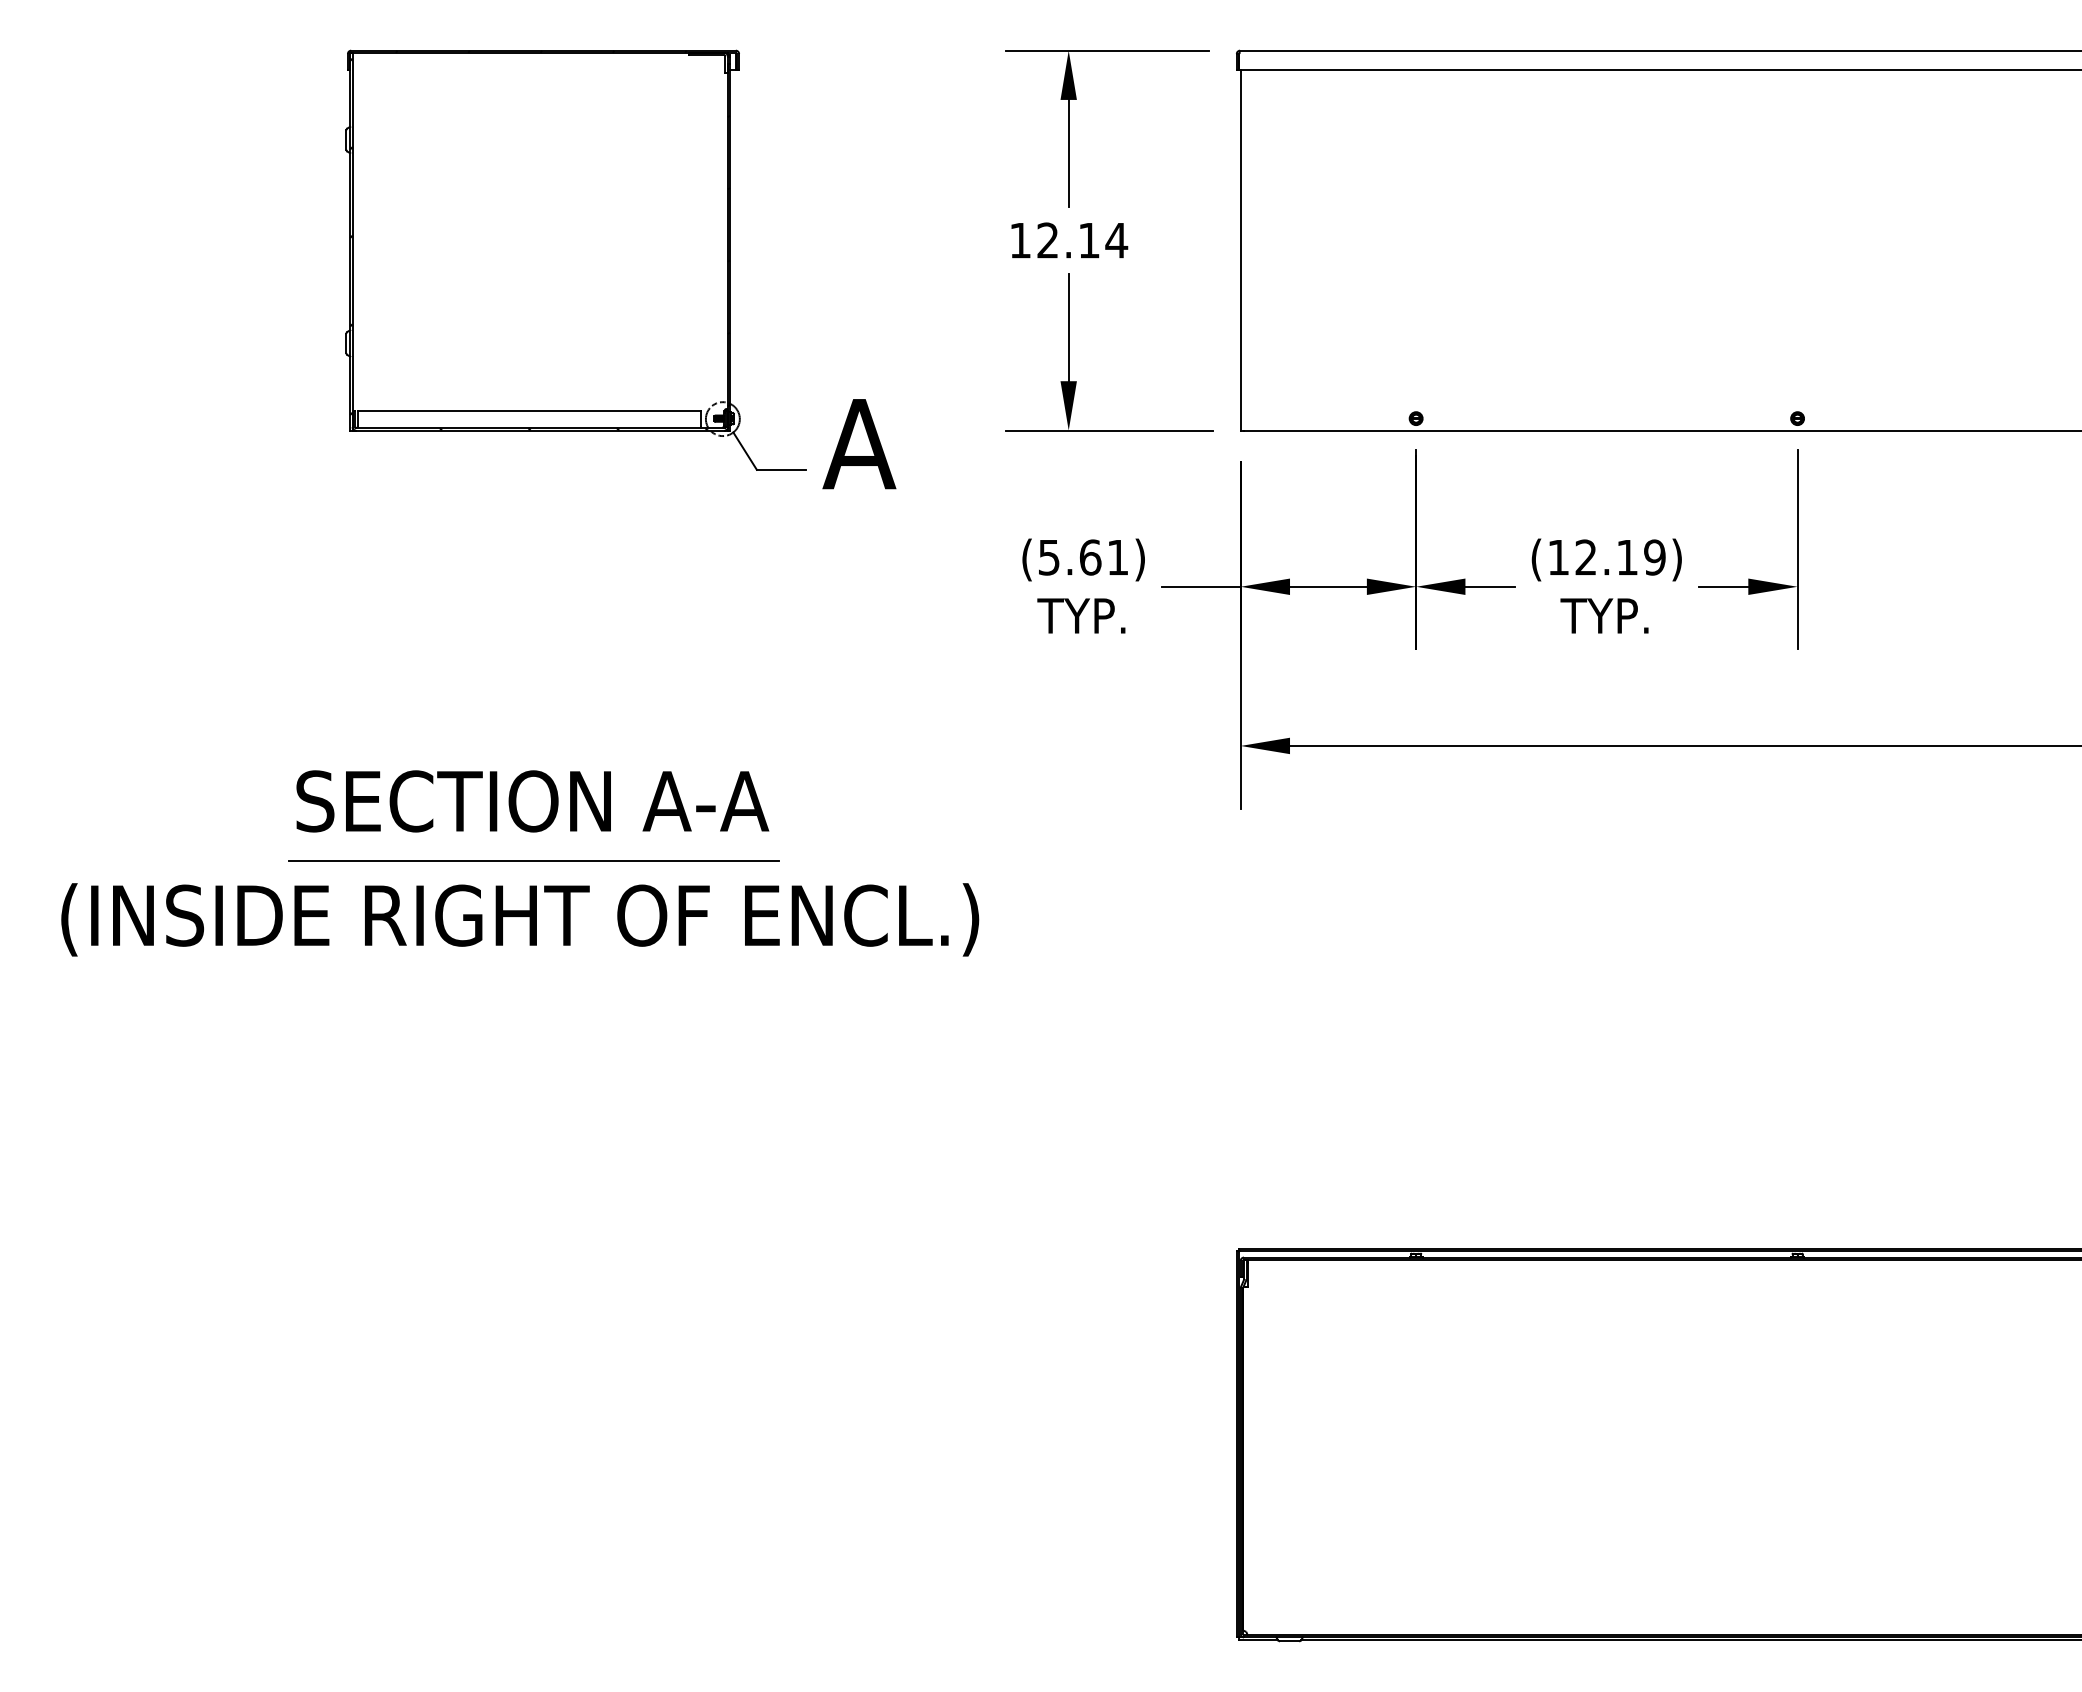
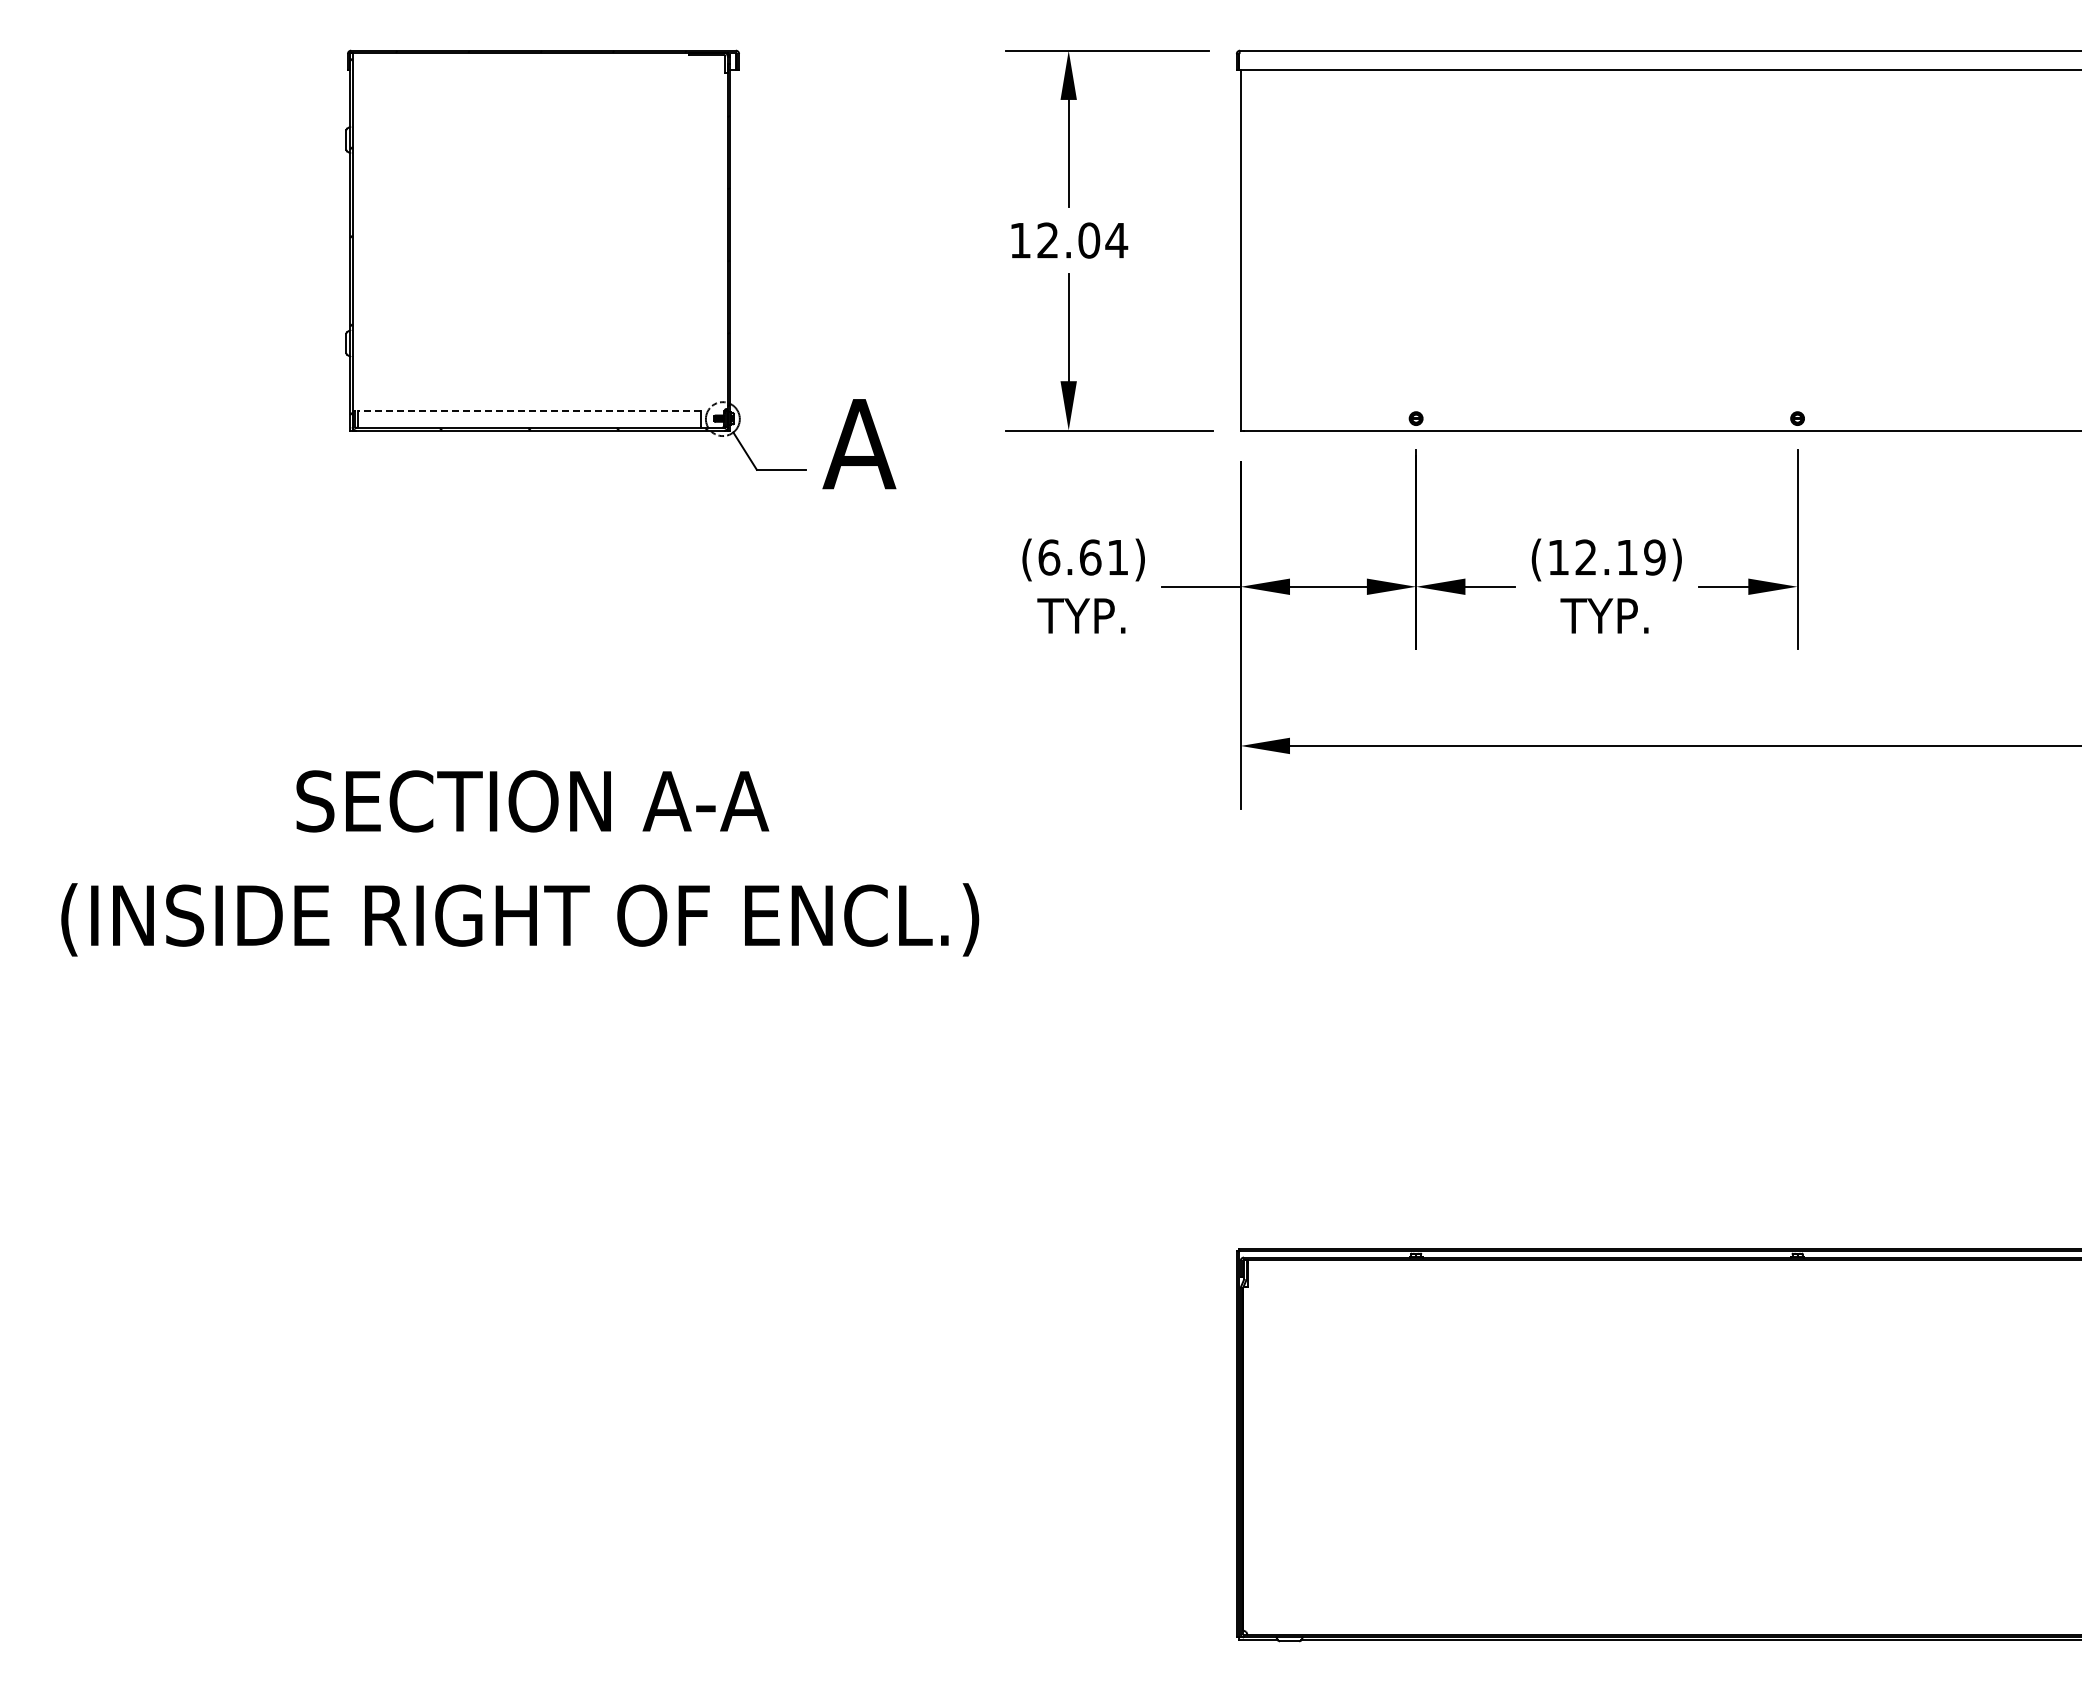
text at (1089, 240): 12.14 -> 12.04
line at (529, 410): solid -> dashed
text at (1049, 557): (5.61) -> (6.61)
line at (533, 860): present -> none
